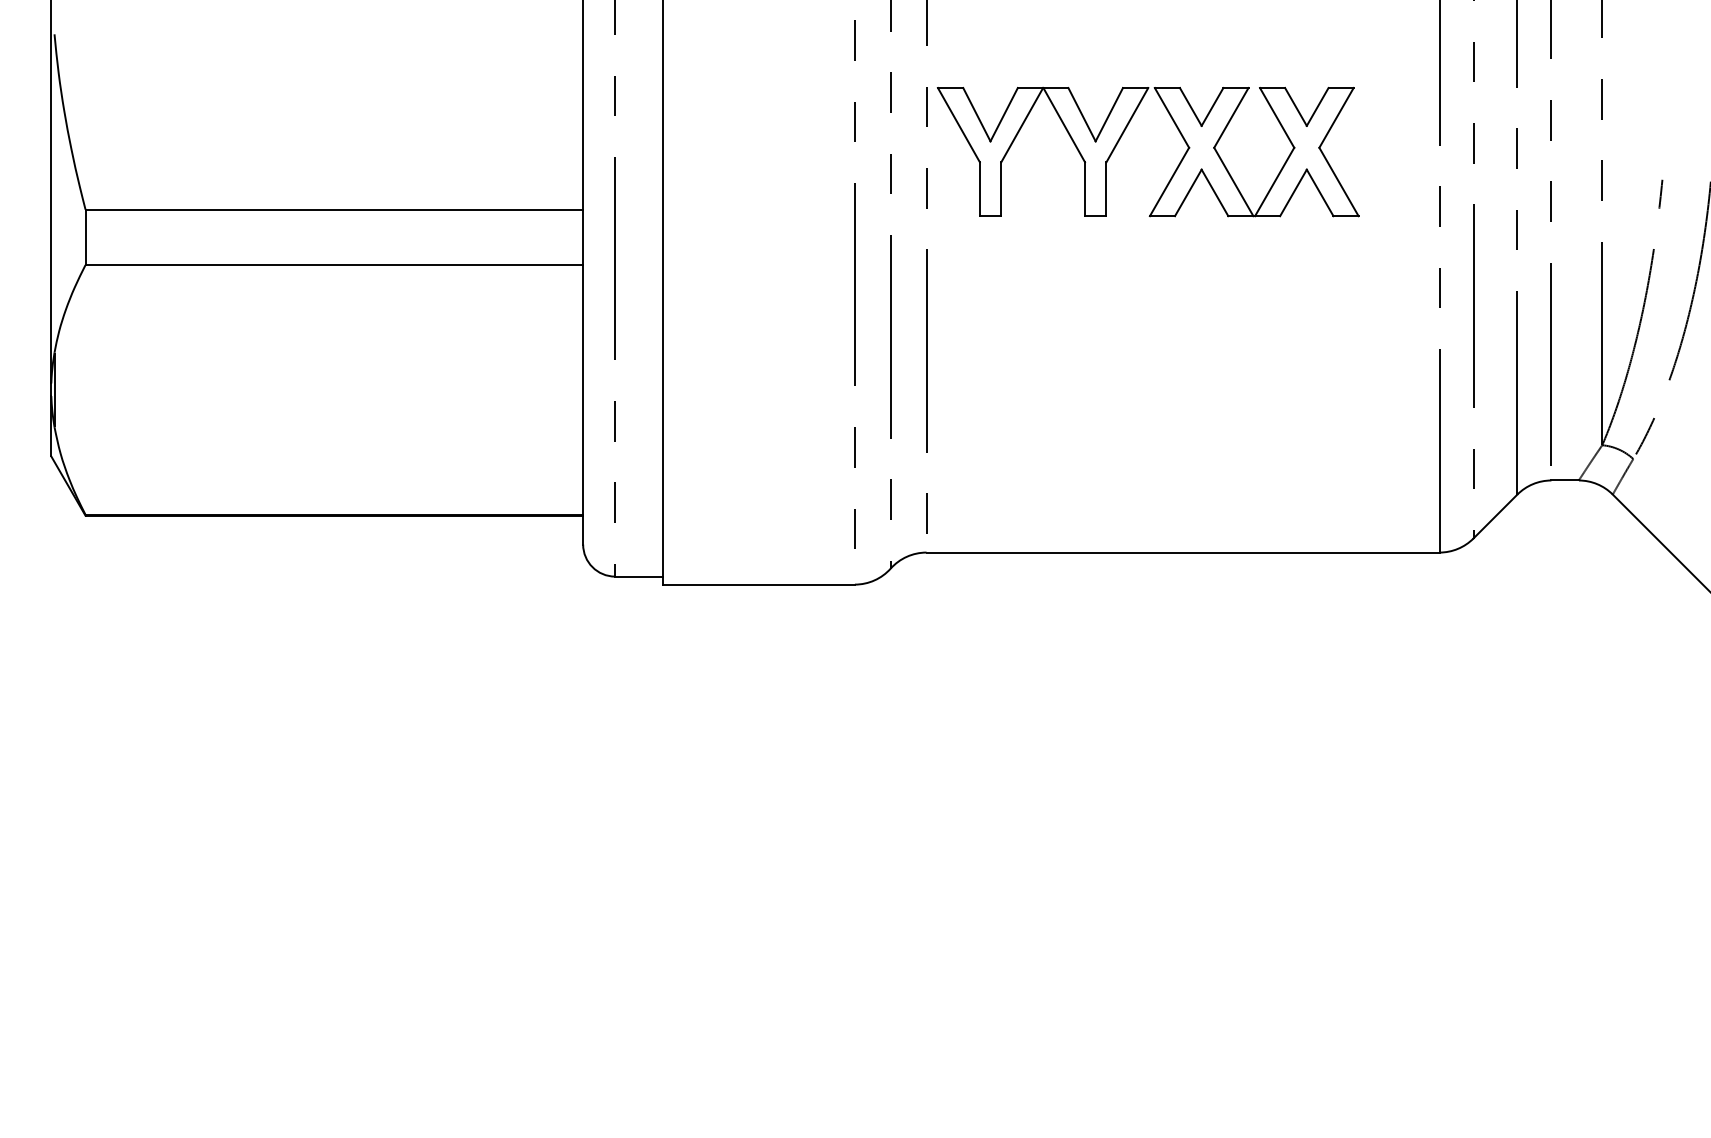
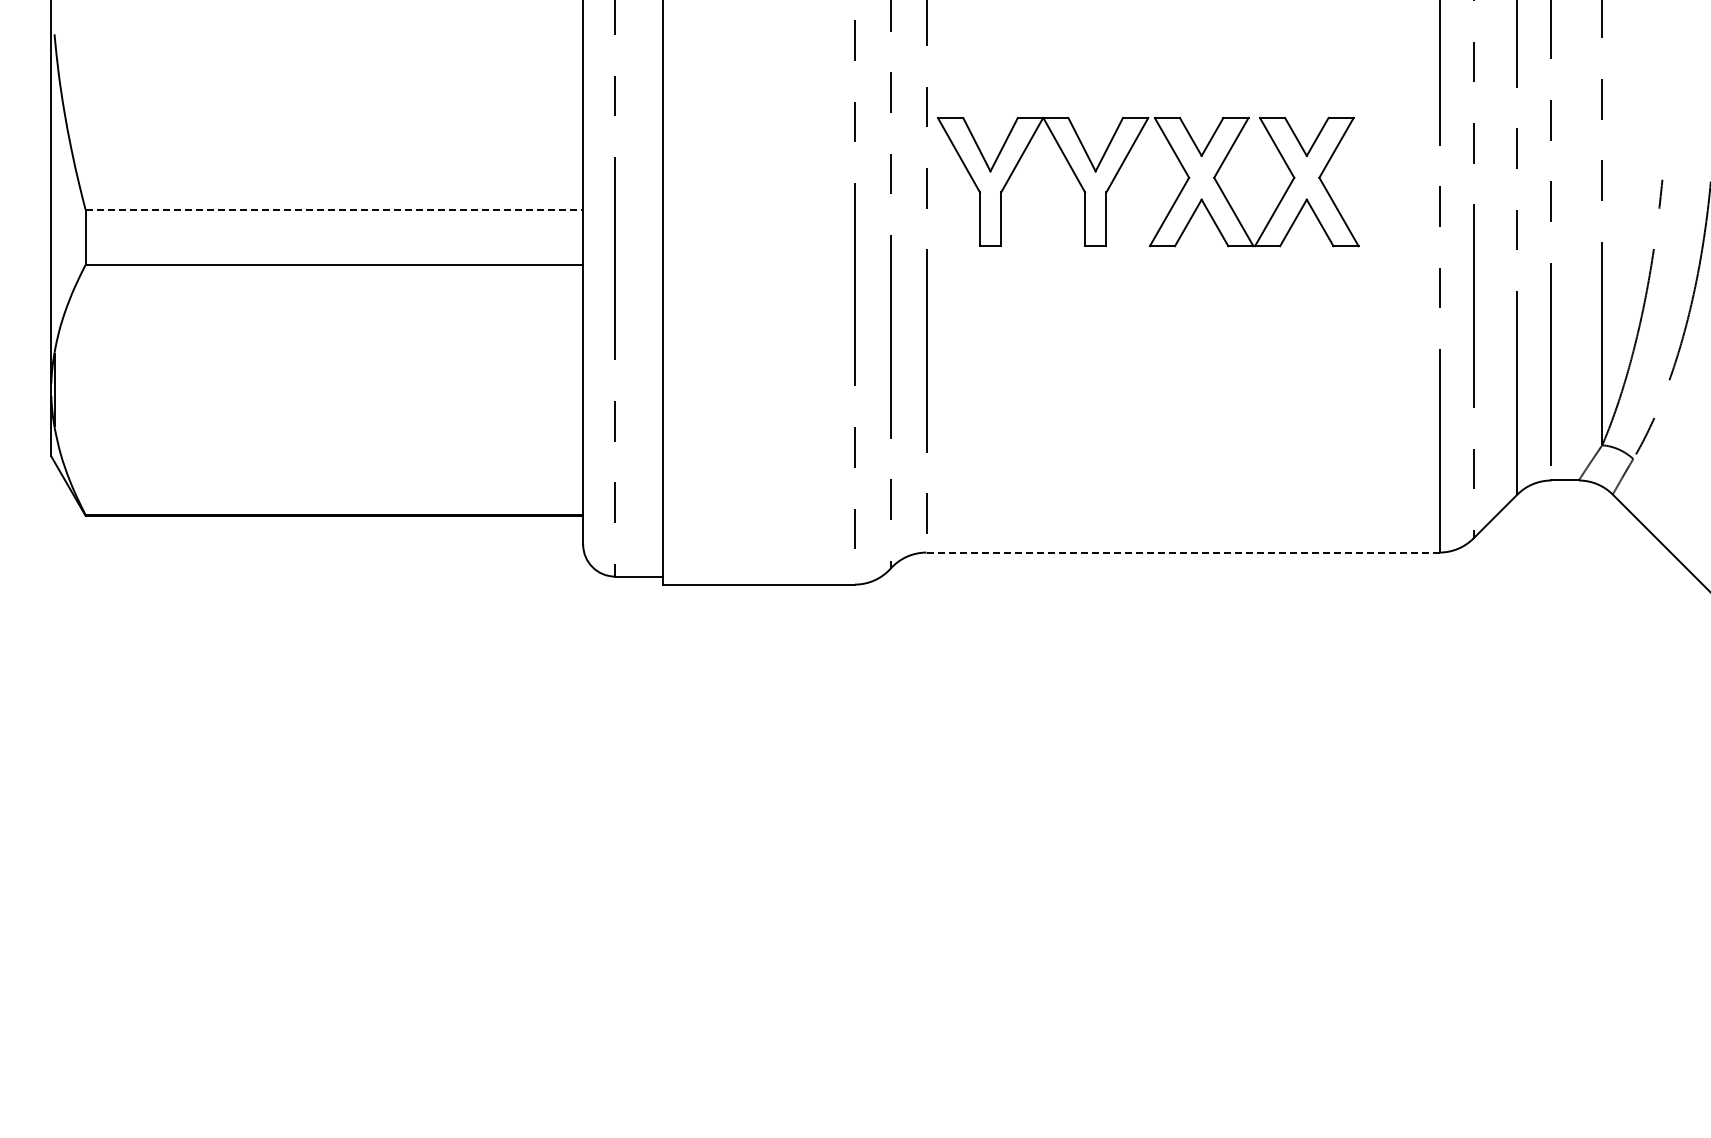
part at (1123, 134) position: (1123, 134) -> (1123, 164)
line at (334, 209): solid -> dashed
line at (1183, 552): solid -> dashed
